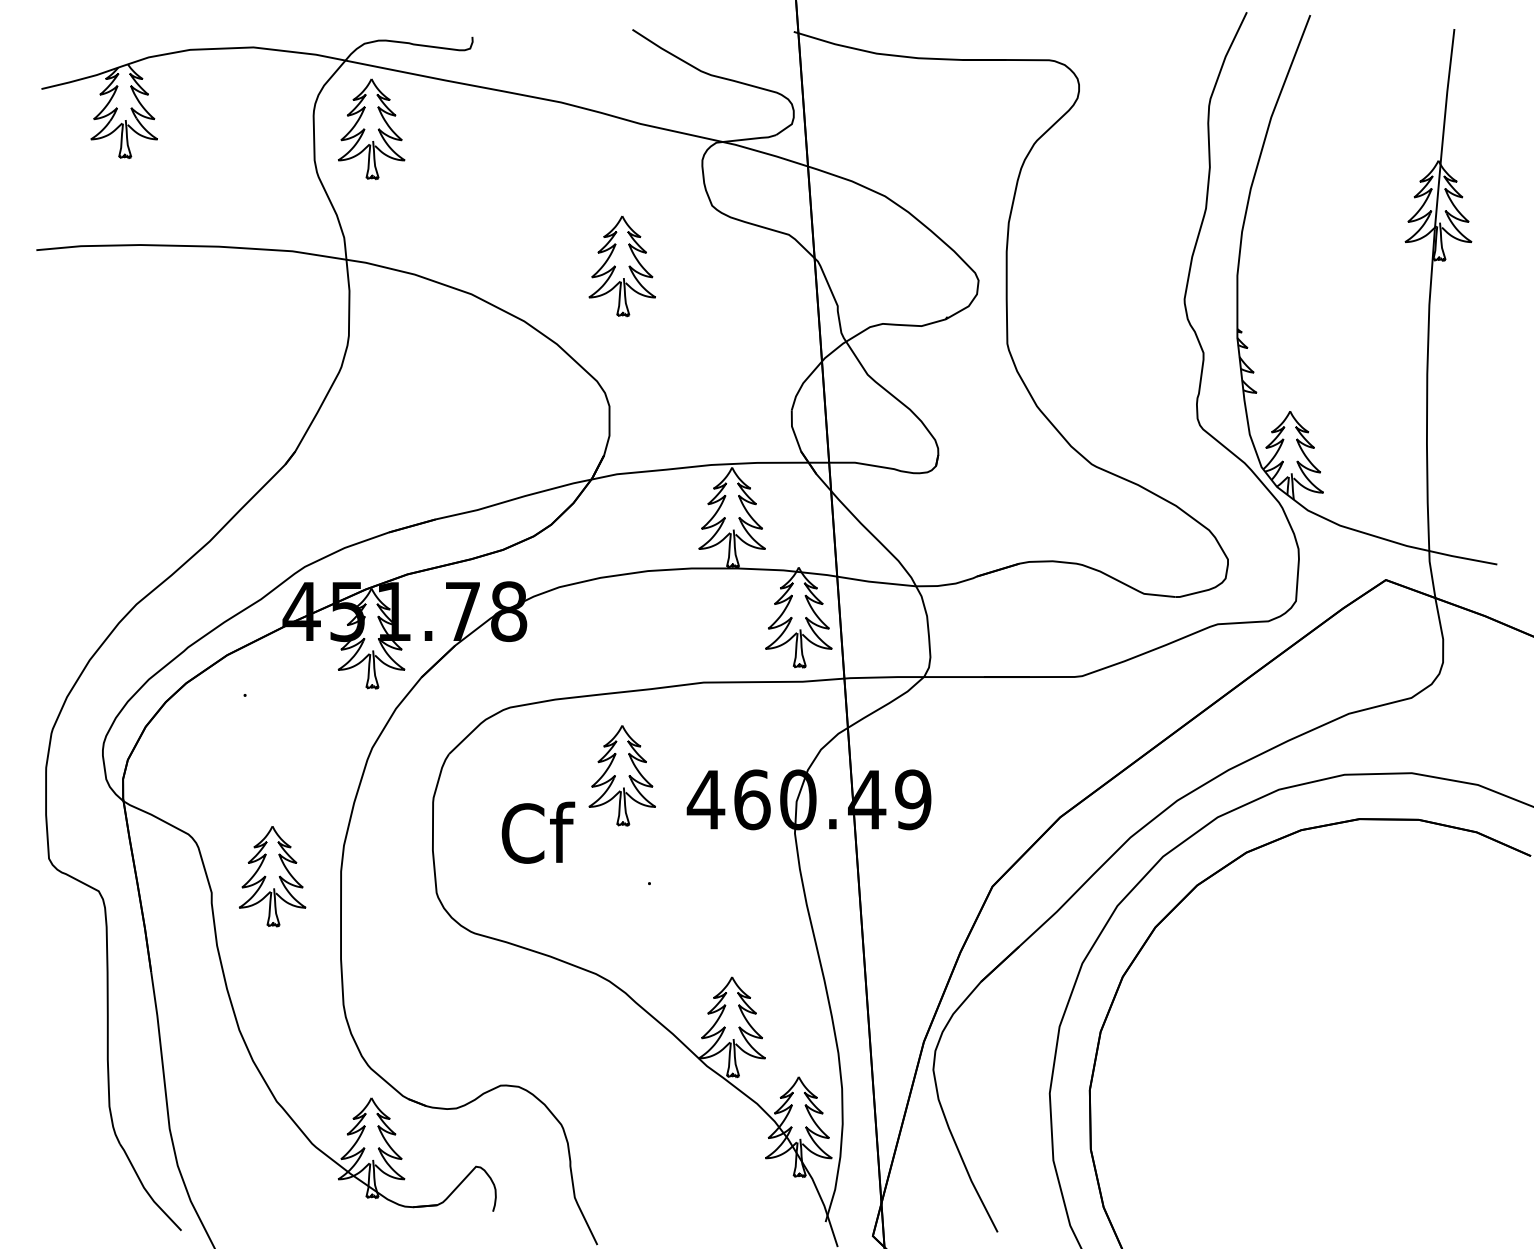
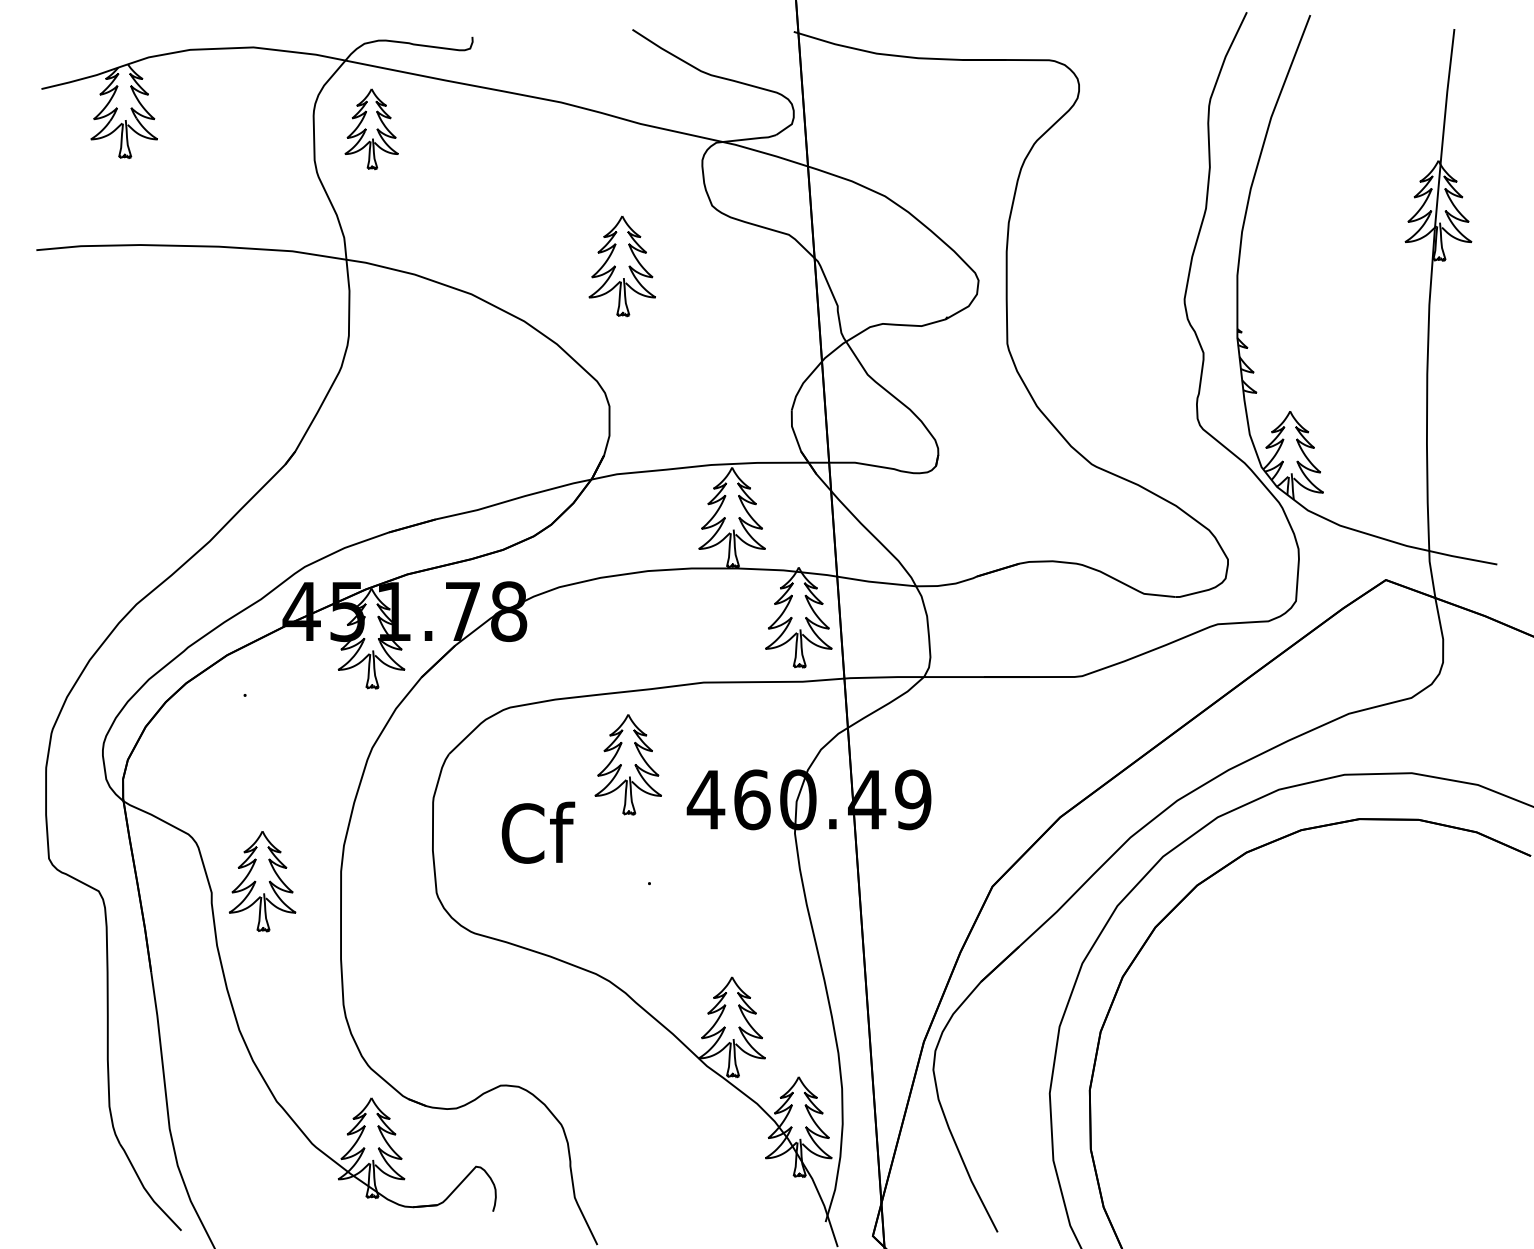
part at (371, 128) size: 68x102 px -> 55x83 px
part at (621, 775) position: (621, 775) -> (627, 764)
part at (272, 876) position: (272, 876) -> (262, 881)
